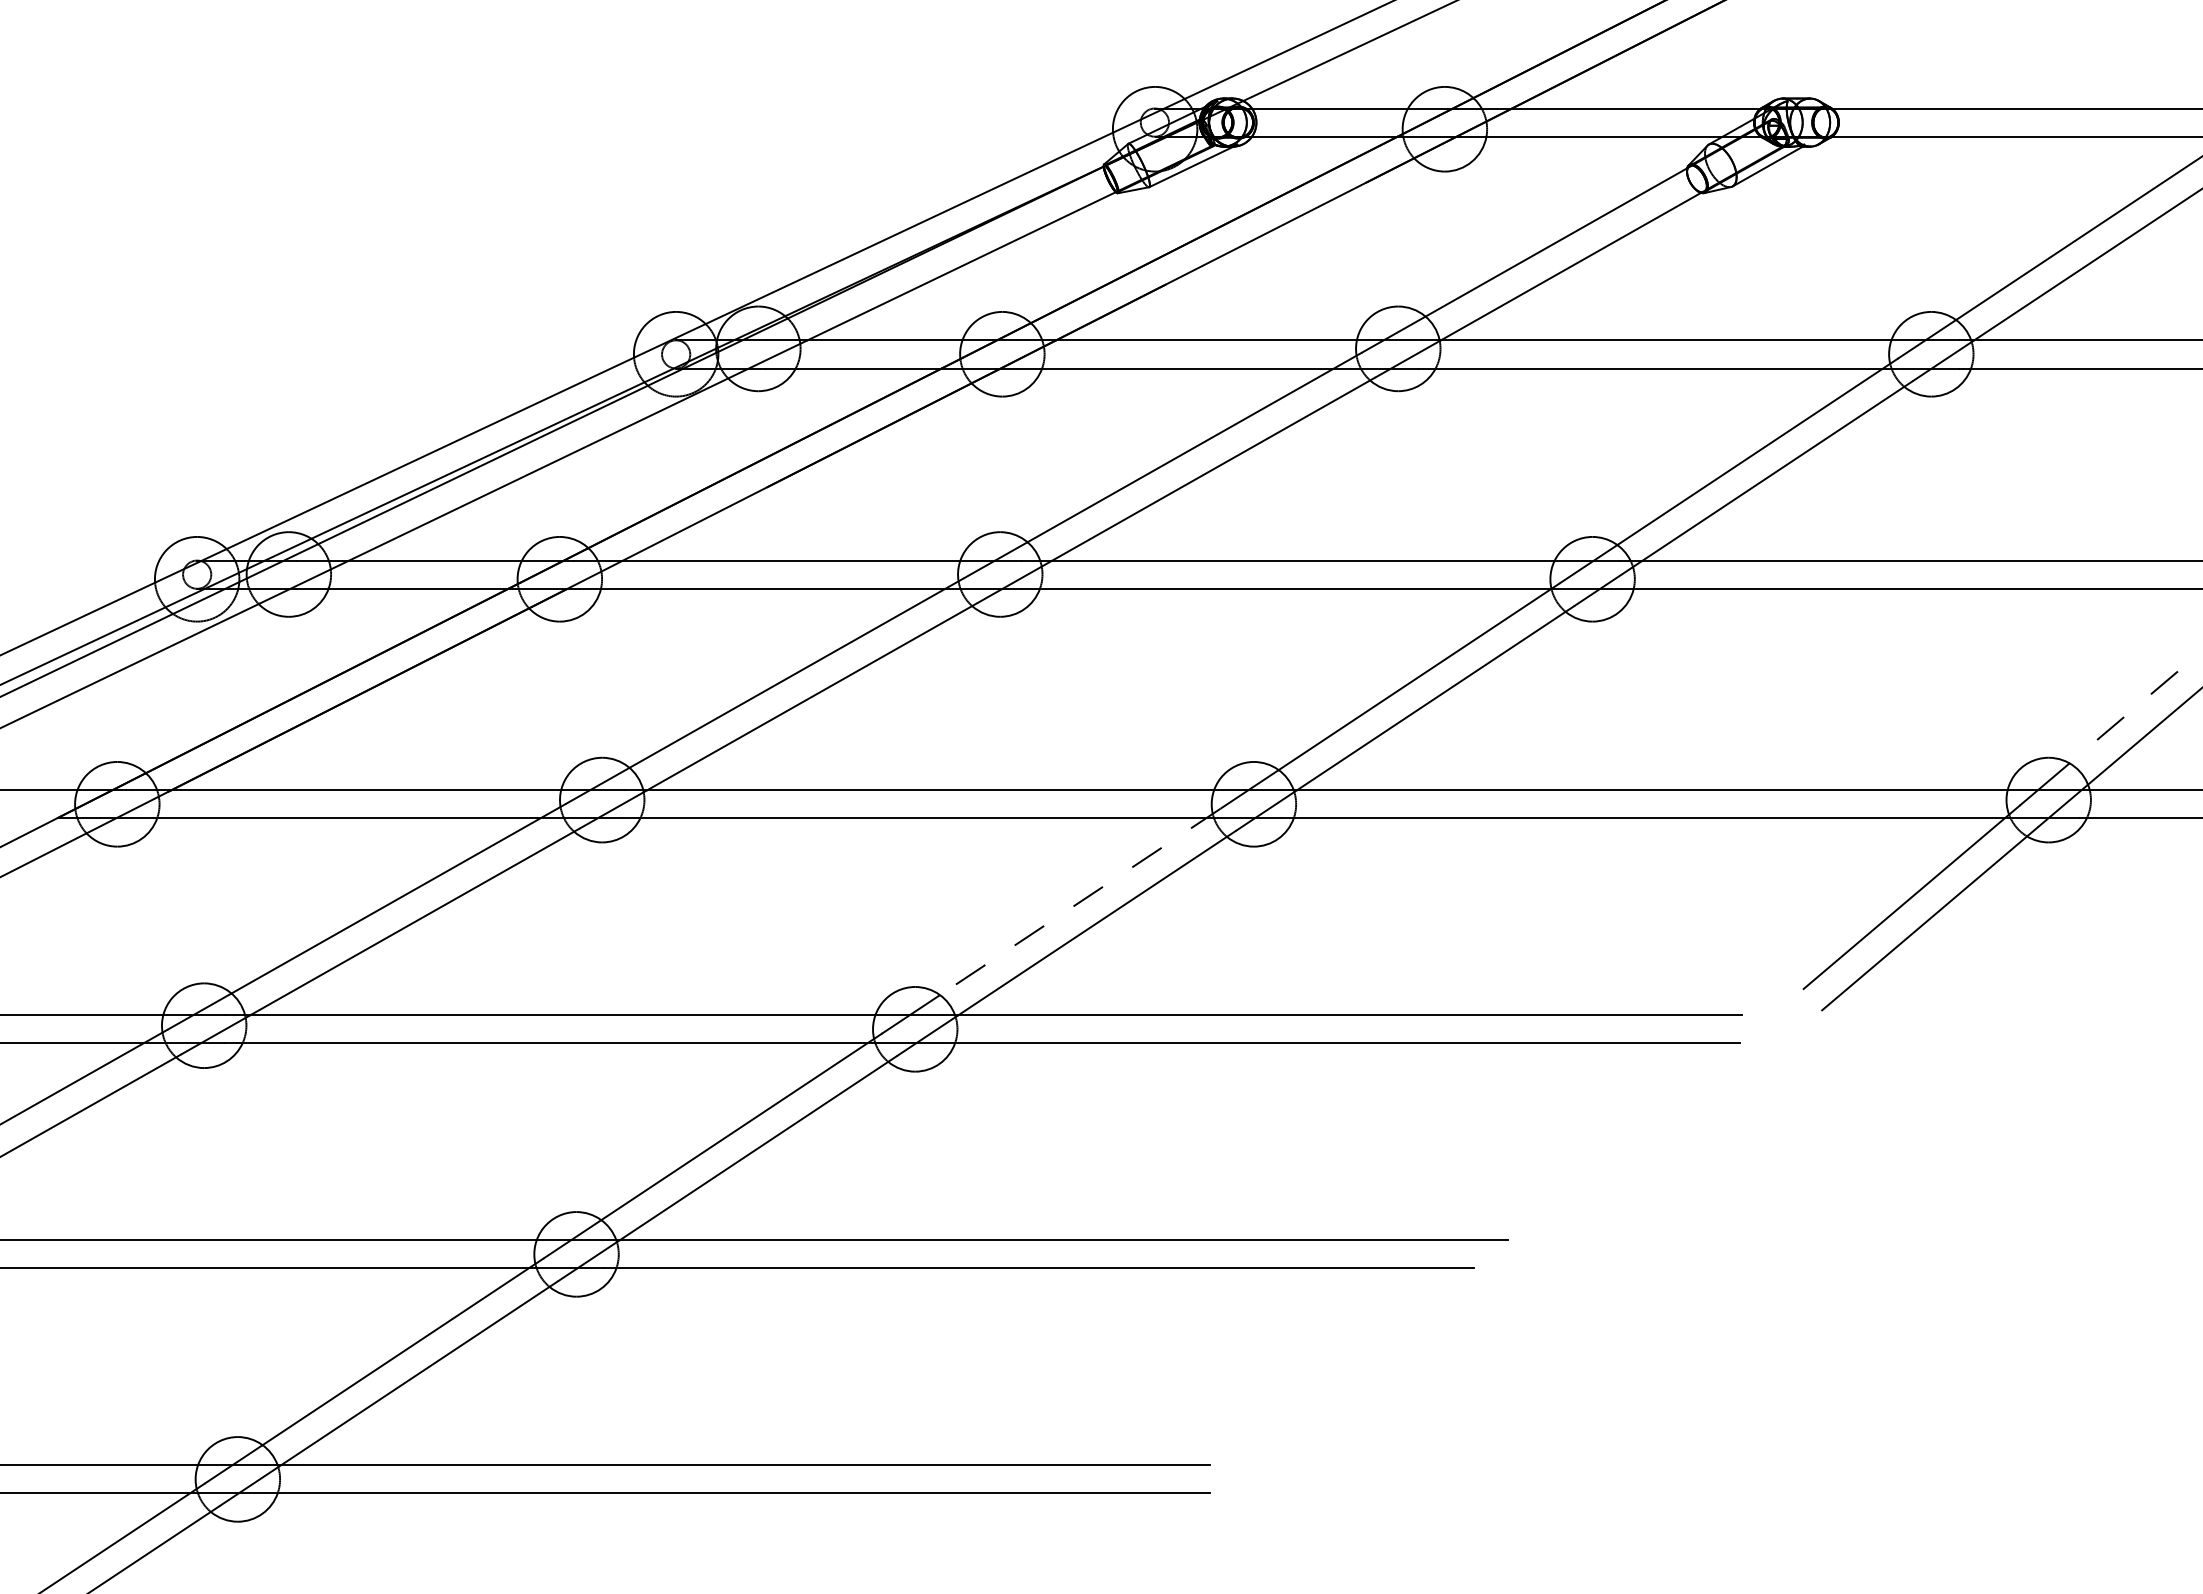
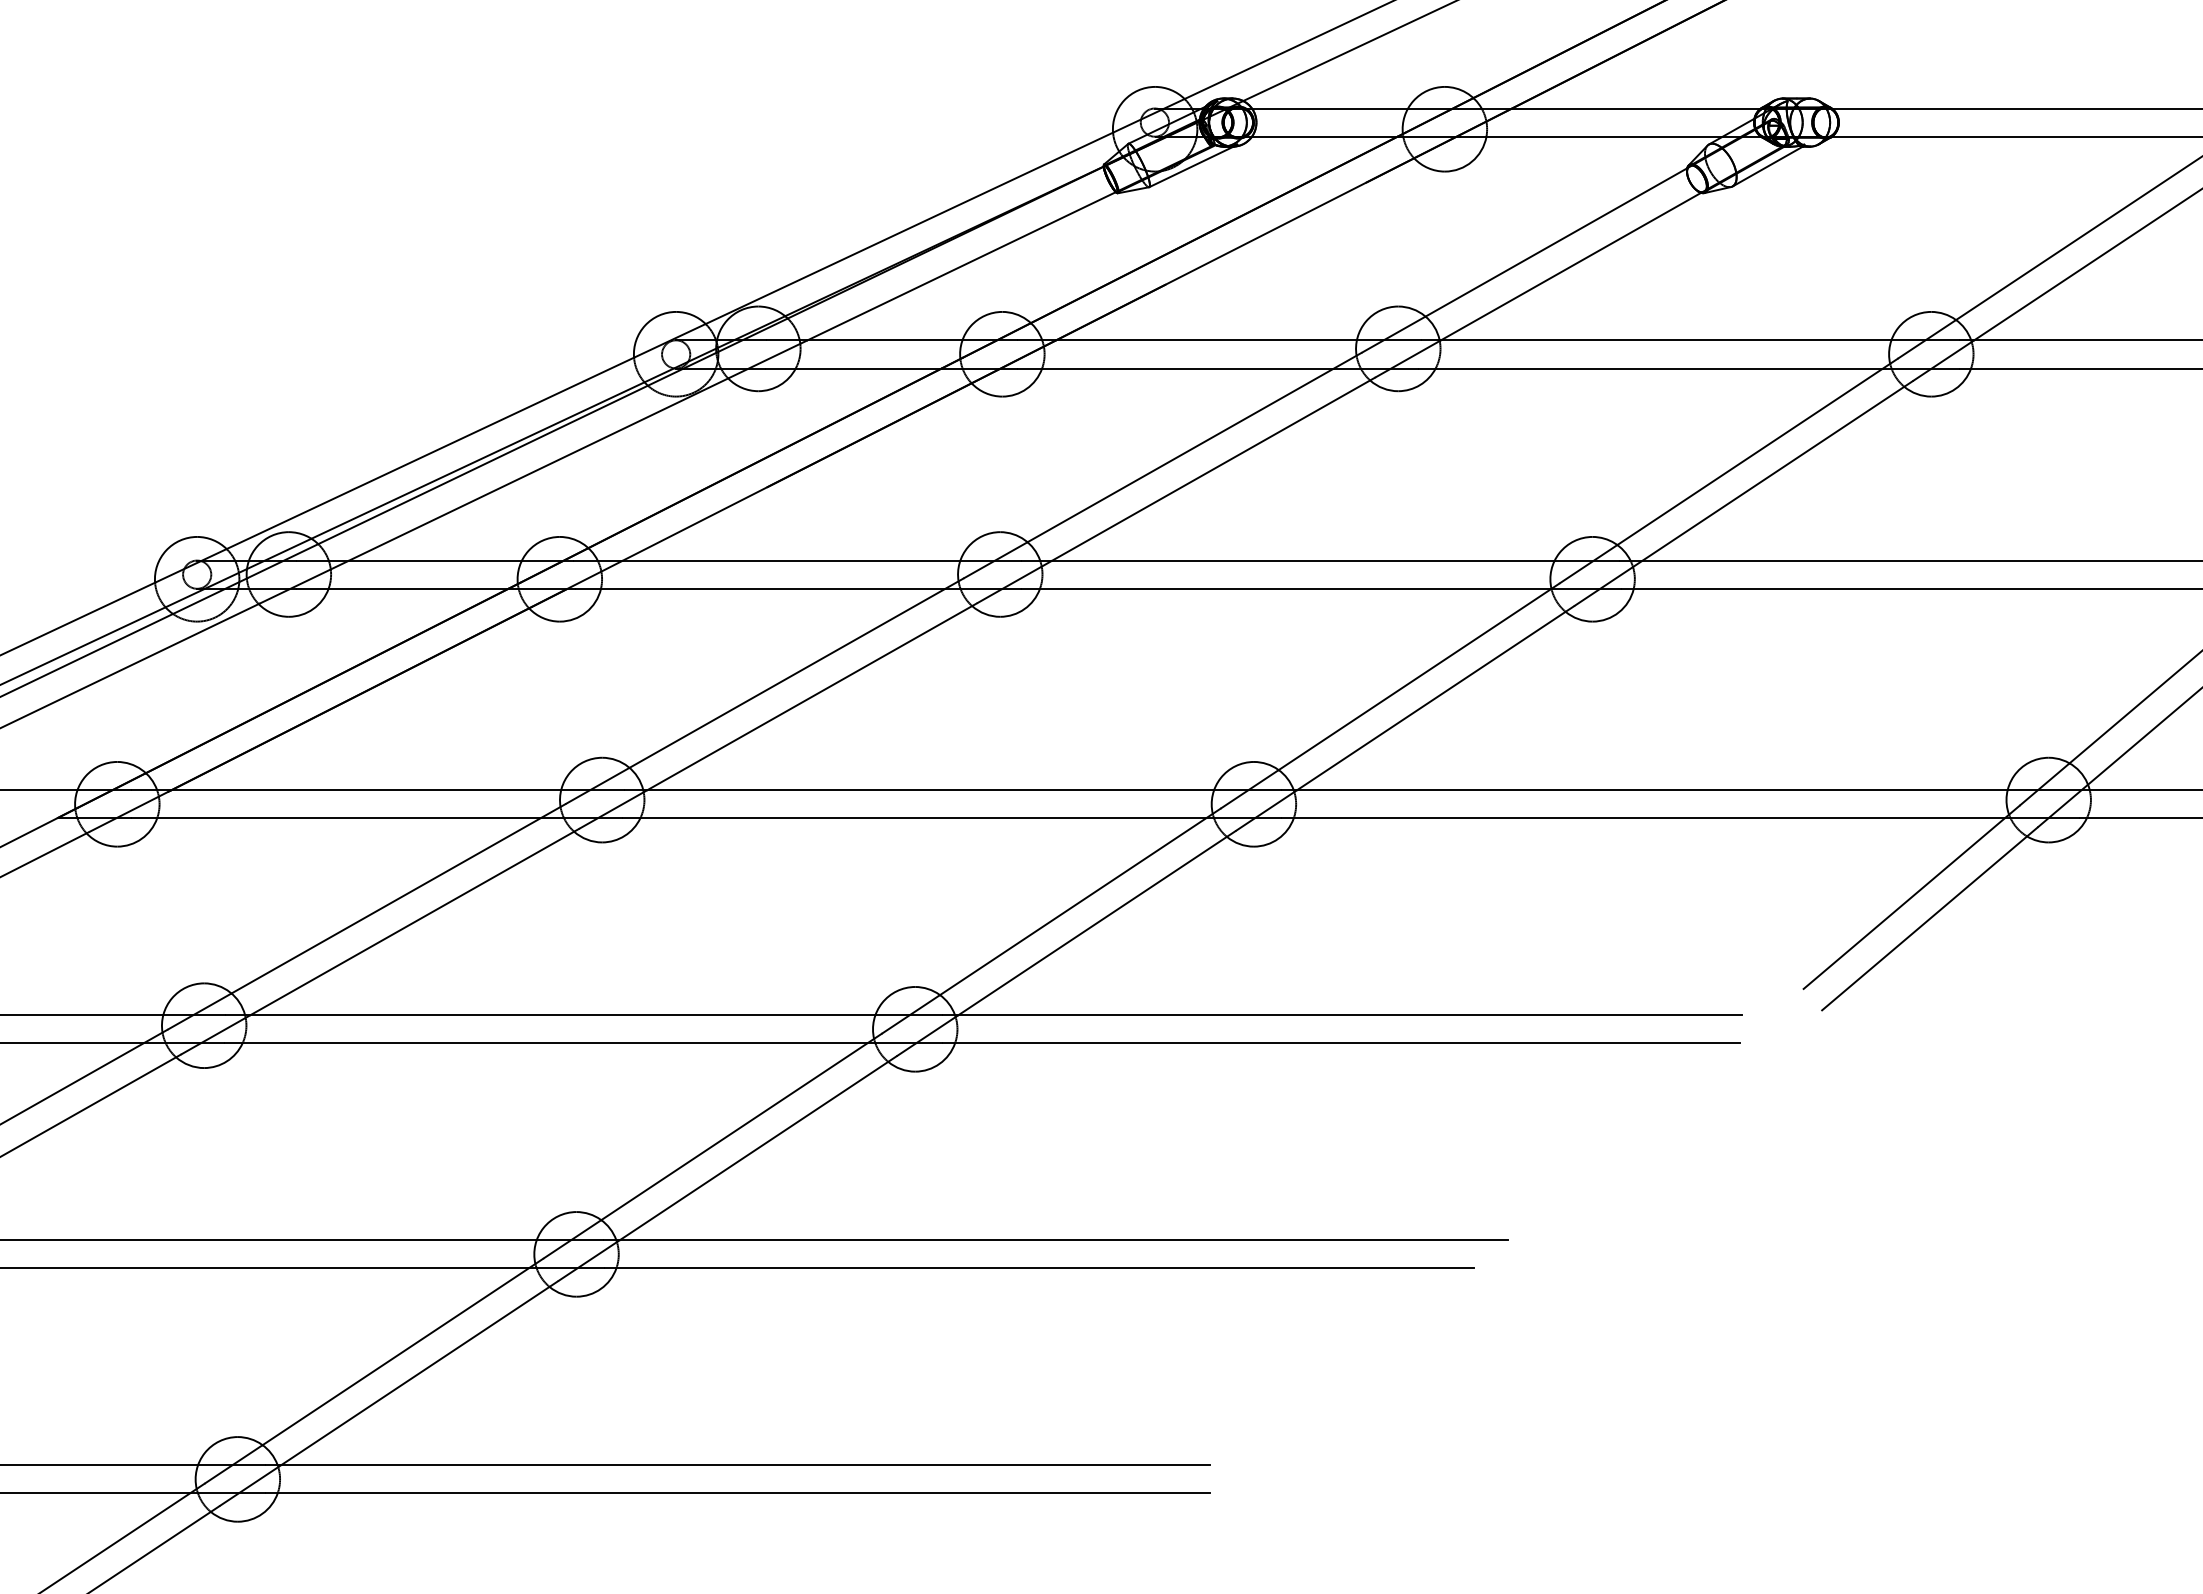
line at (2135, 707): dashed -> solid
line at (1079, 902): dashed -> solid
